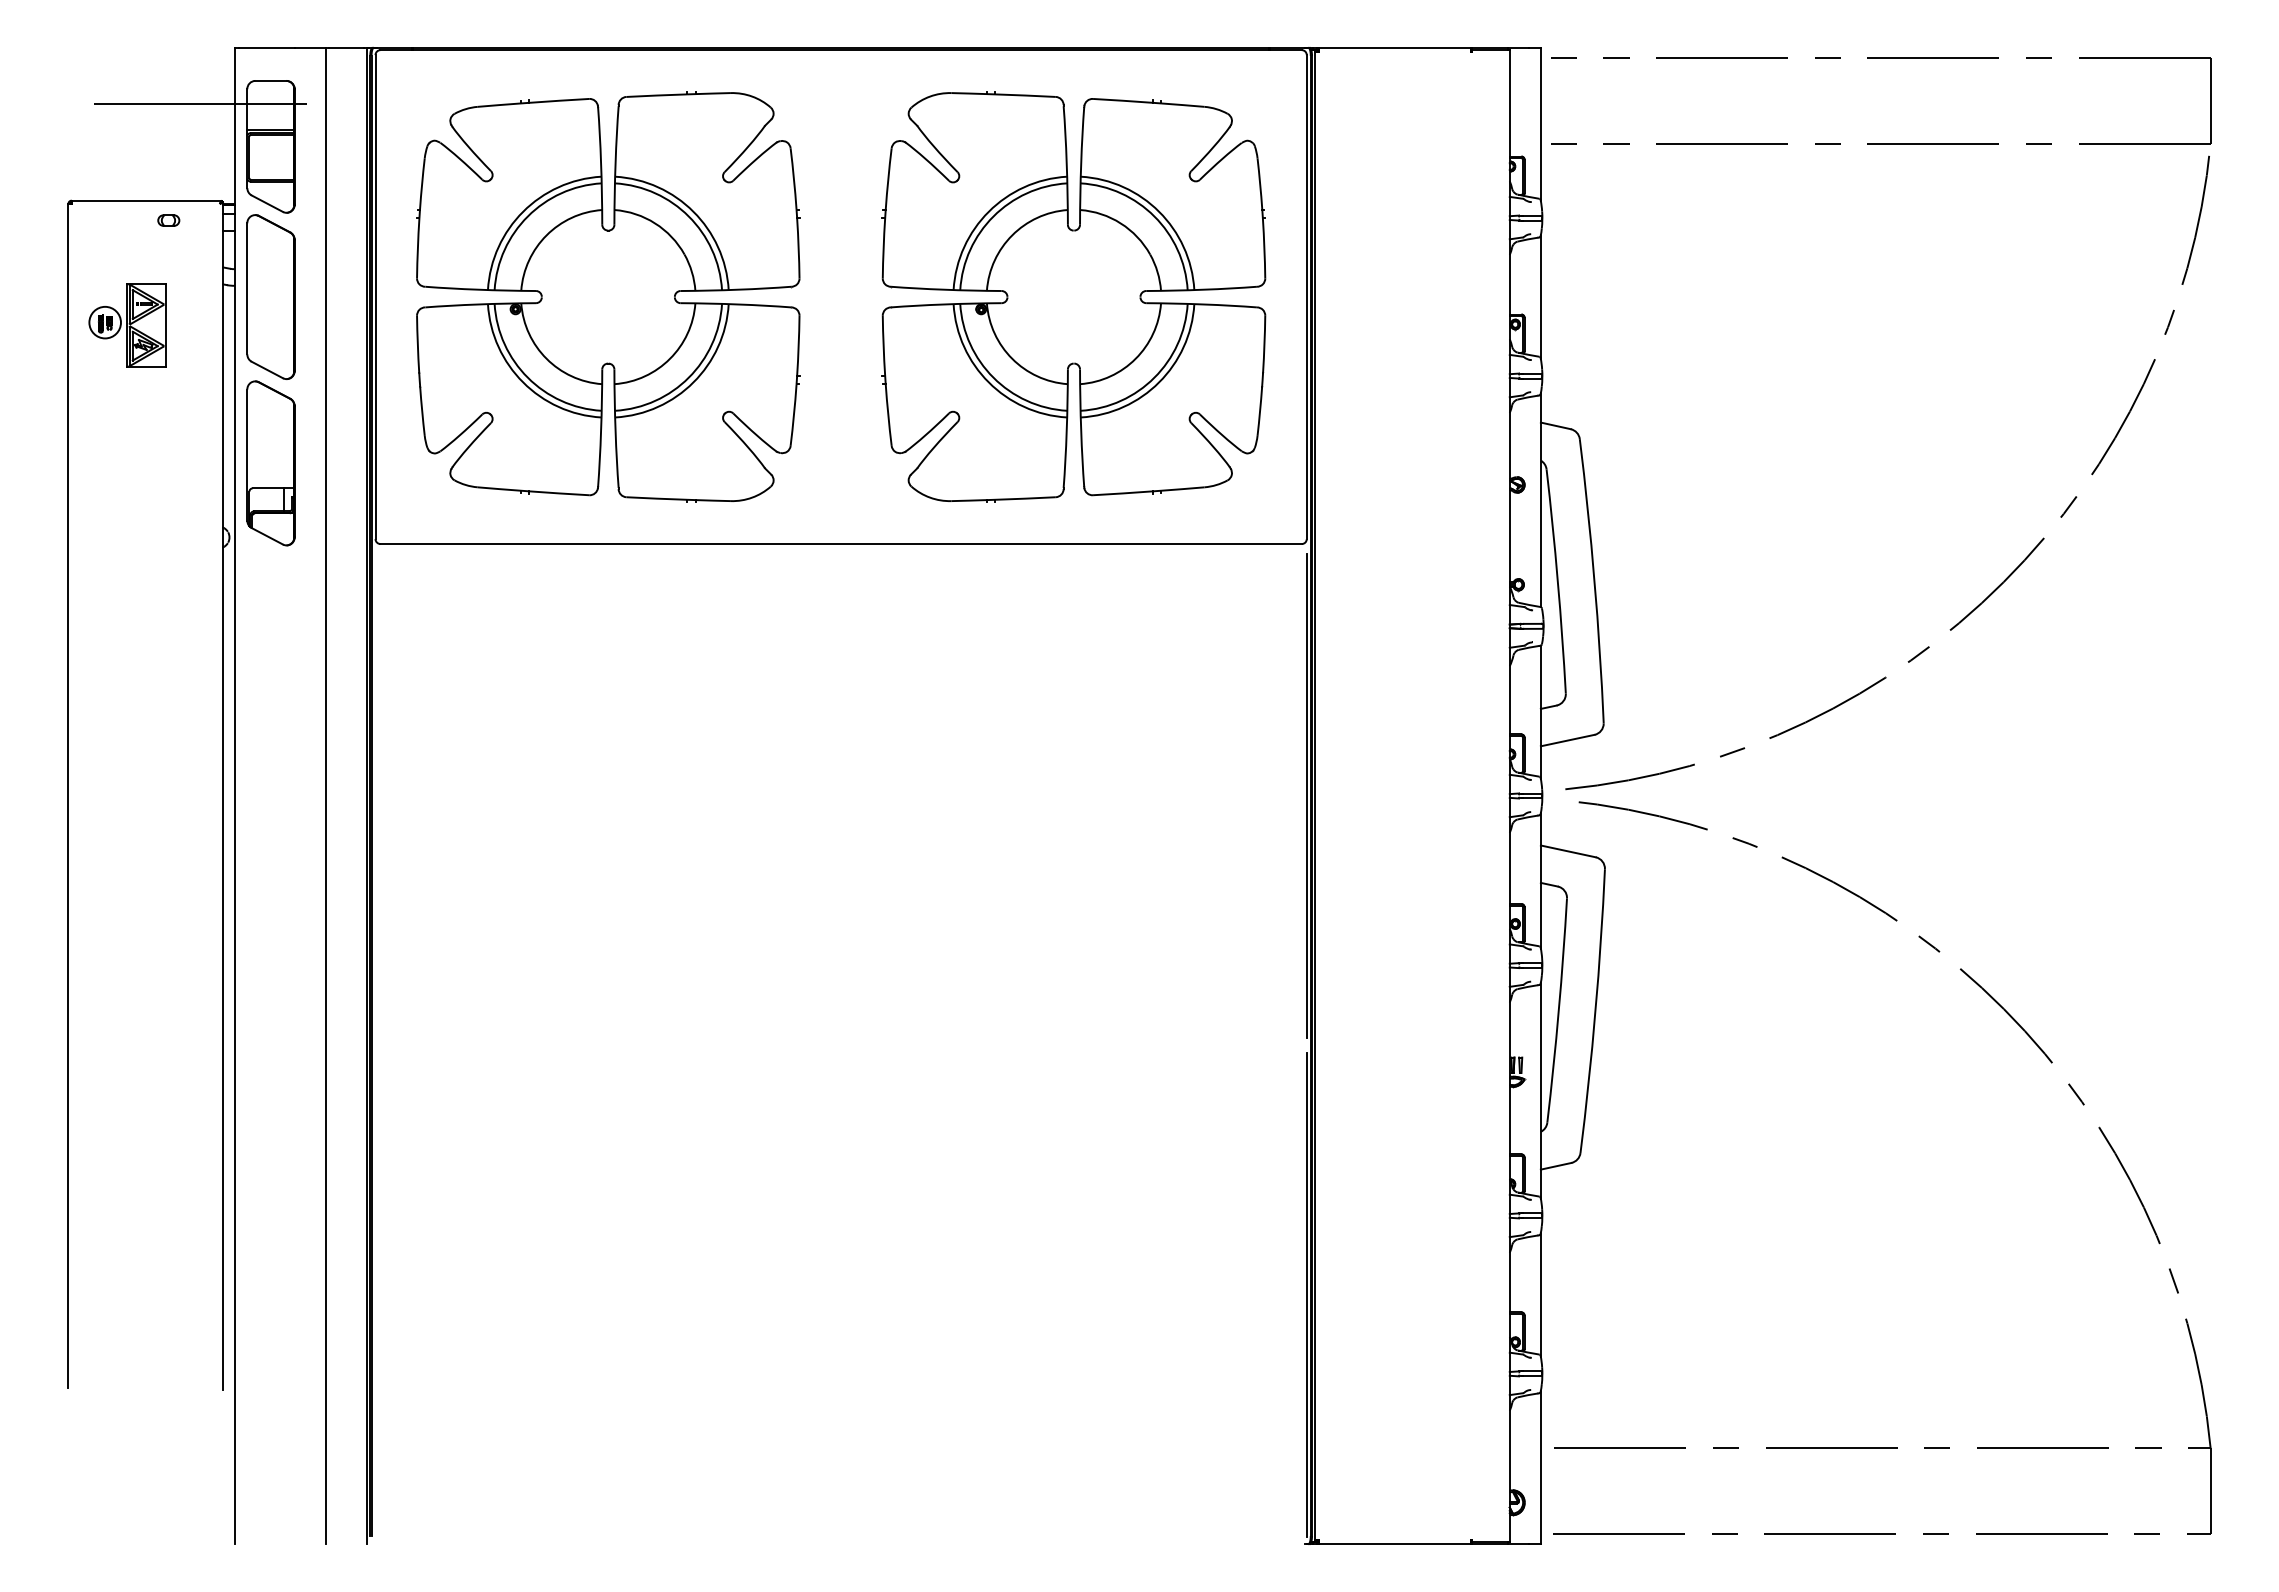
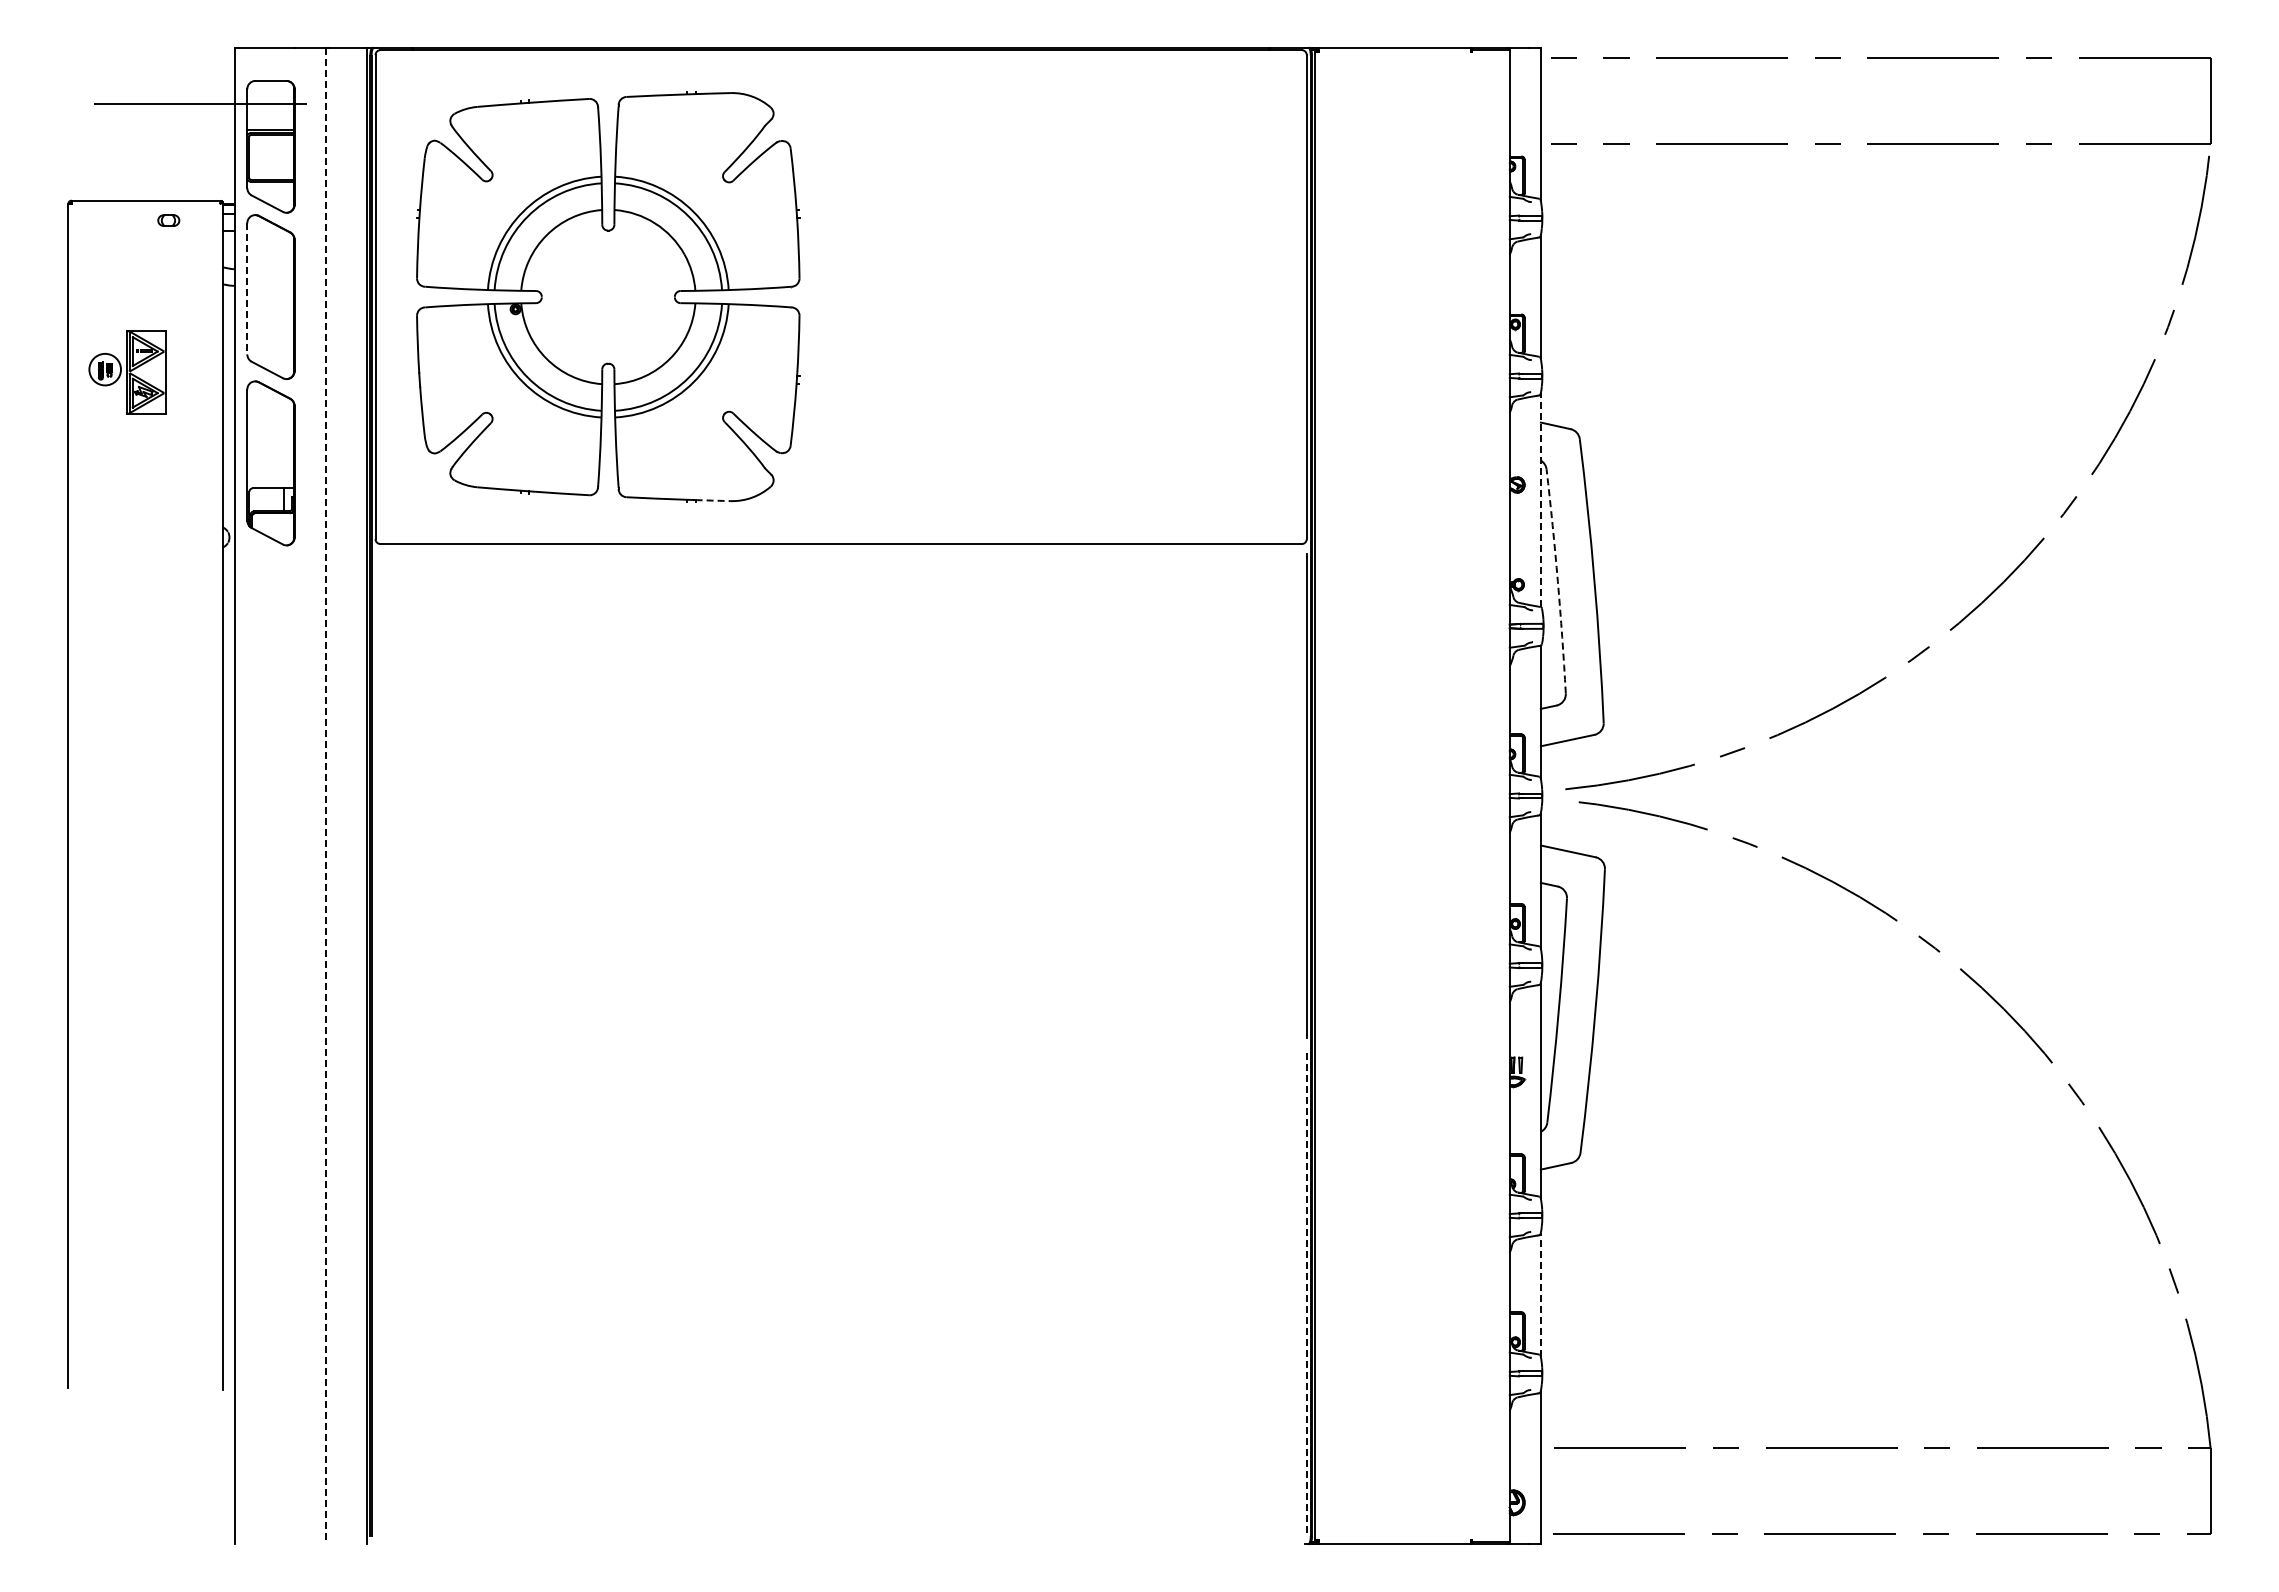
line at (247, 288): solid -> dashed
part at (1073, 296): present -> none
part at (127, 325) position: (127, 325) -> (127, 372)
line at (1540, 499): solid -> dashed
arc at (713, 500): solid -> dashed
arc at (1557, 581): solid -> dashed
line at (326, 796): solid -> dashed
line at (1306, 1294): solid -> dashed
line at (1540, 1294): solid -> dashed
